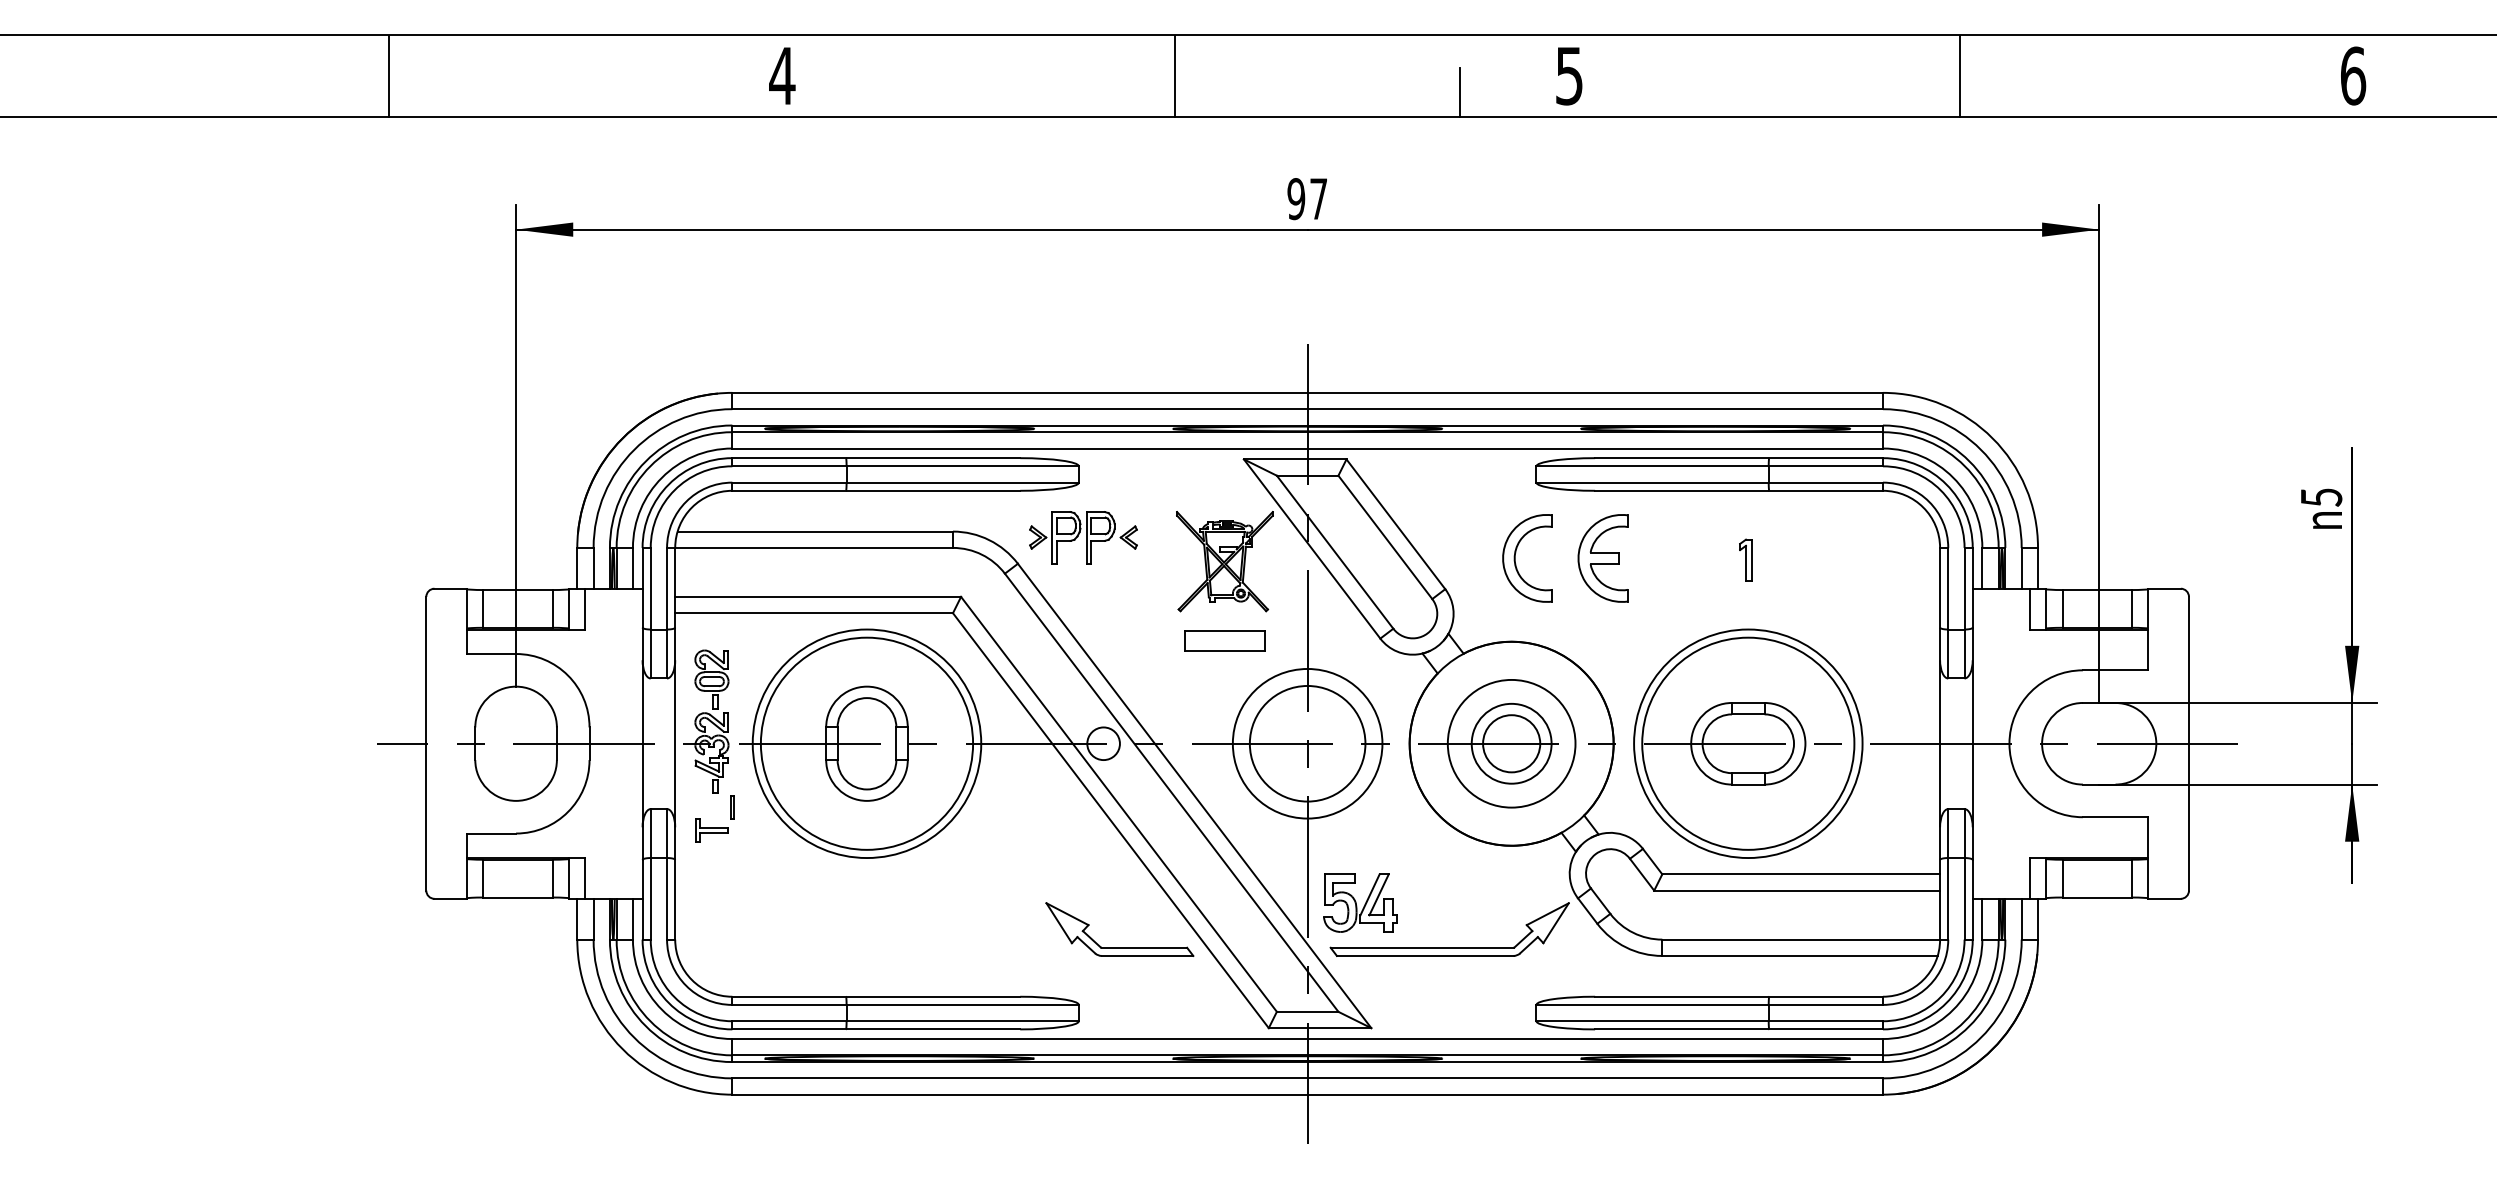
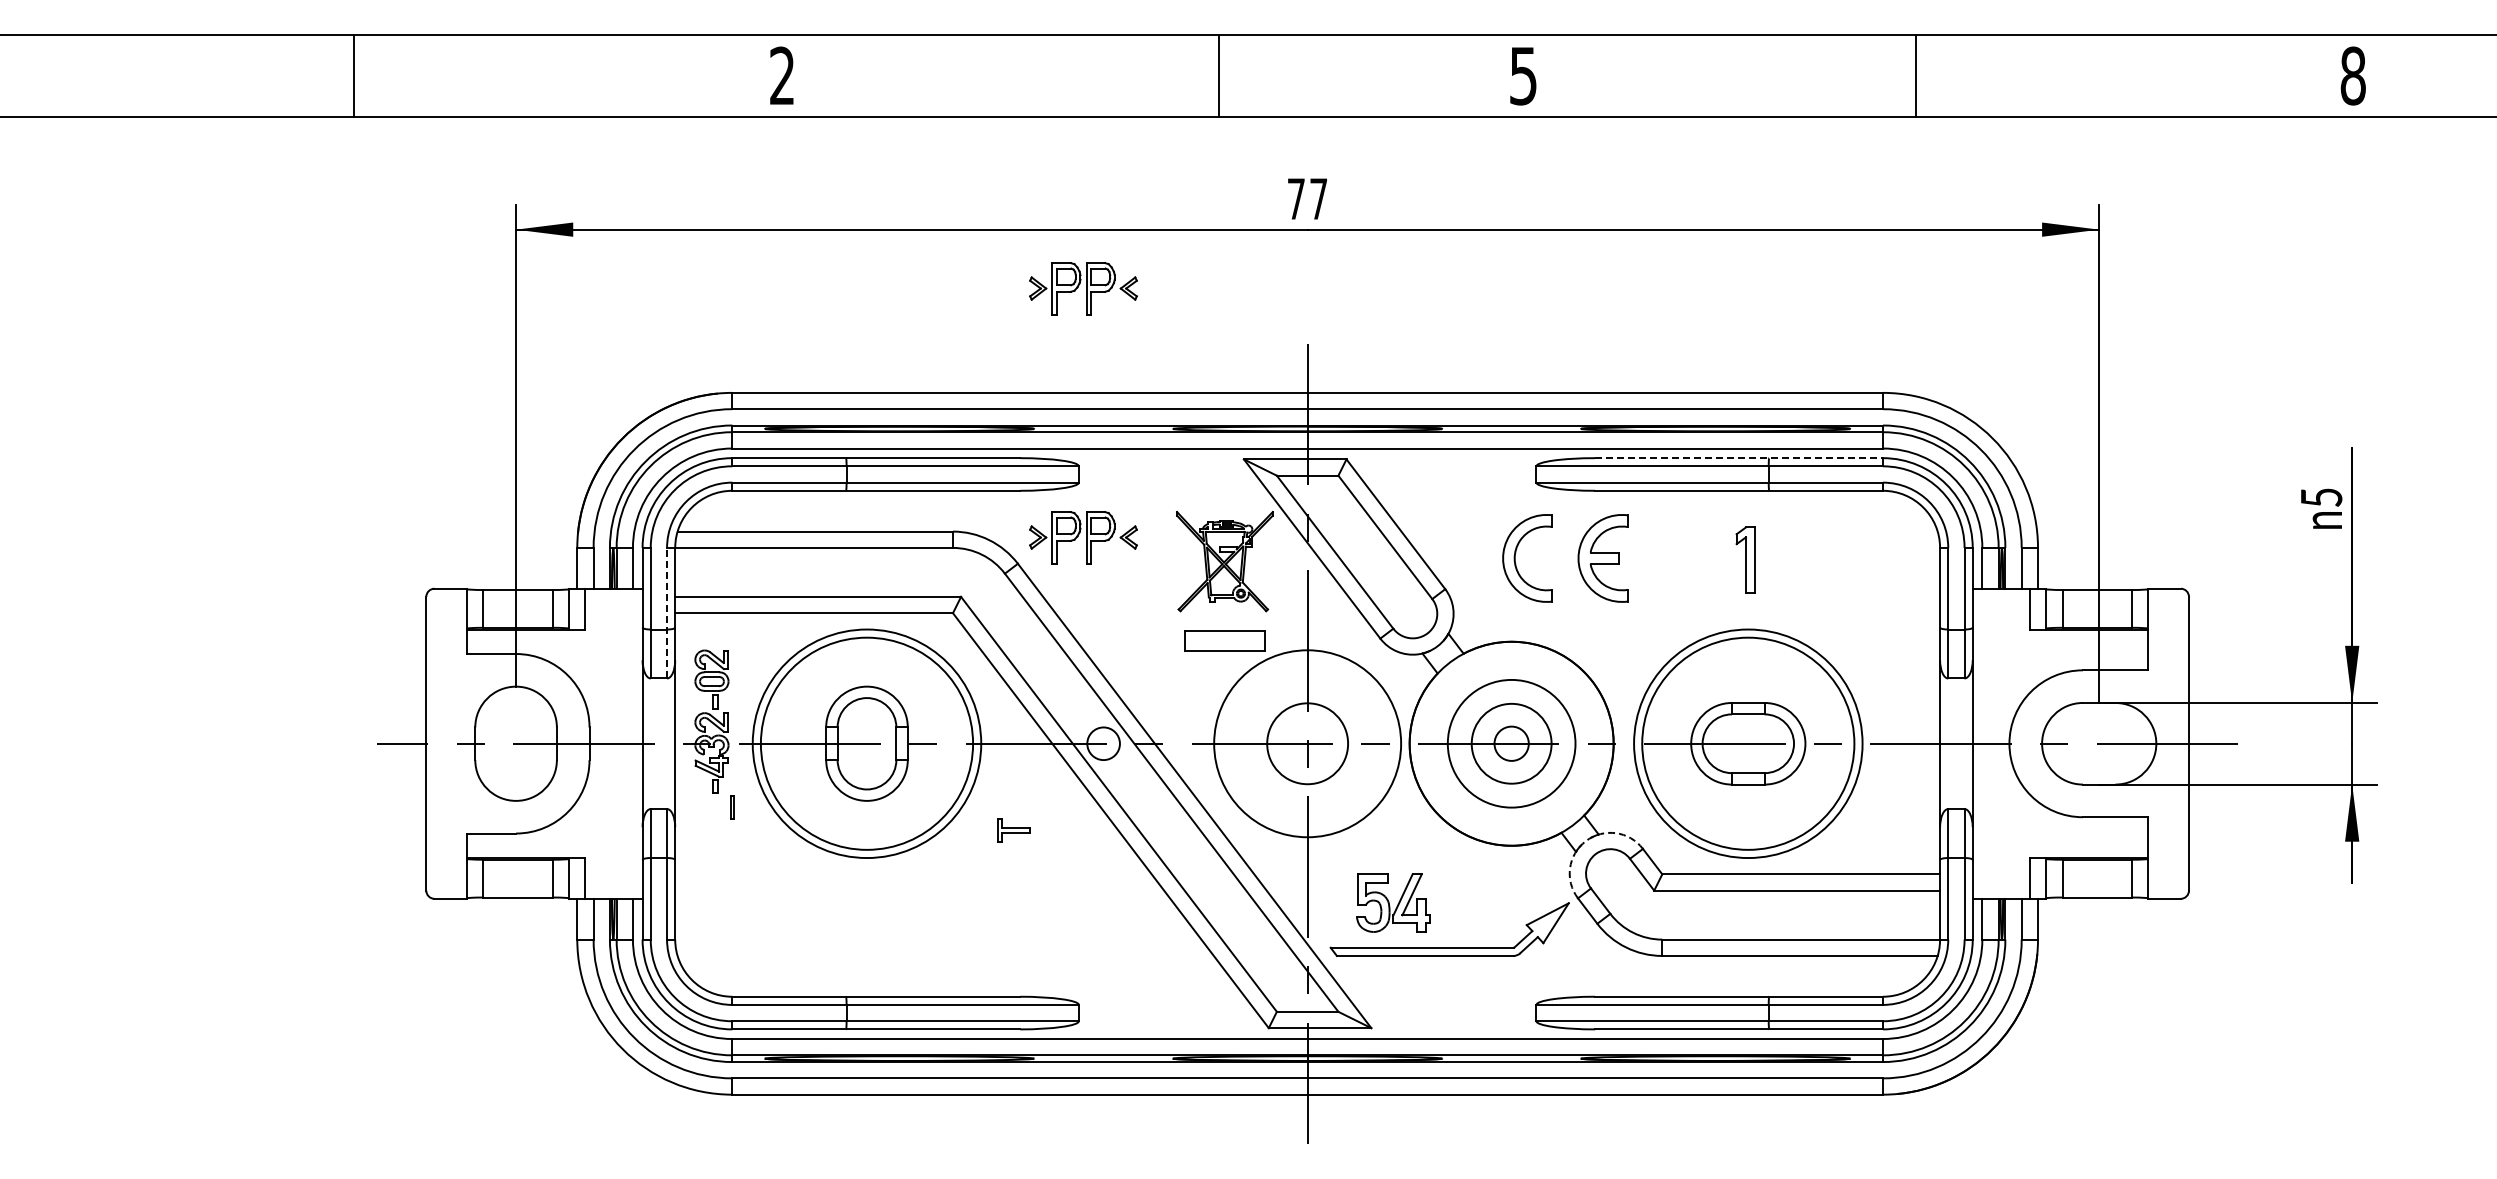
text at (782, 75): 4 -> 2
text at (2353, 75): 6 -> 8
line at (389, 76) position: (389, 76) -> (354, 76)
line at (1174, 76) position: (1174, 76) -> (1218, 76)
text at (1569, 76) position: (1569, 76) -> (1523, 76)
line at (1960, 76) position: (1960, 76) -> (1916, 76)
line at (1460, 92): present -> none
text at (1296, 199): 97 -> 77
part at (1083, 288): none -> present
line at (1739, 458): solid -> dashed
part at (1745, 559) size: 14x44 px -> 21x68 px
line at (667, 612): solid -> dashed
circle at (1307, 743) diameter: 116 px -> 81 px
circle at (1307, 743) diameter: 150 px -> 187 px
circle at (1511, 743) diameter: 57 px -> 34 px
part at (711, 830) position: (711, 830) -> (1013, 830)
arc at (1585, 841): solid -> dashed
part at (1360, 902) position: (1360, 902) -> (1393, 902)
part at (1119, 947): present -> none
